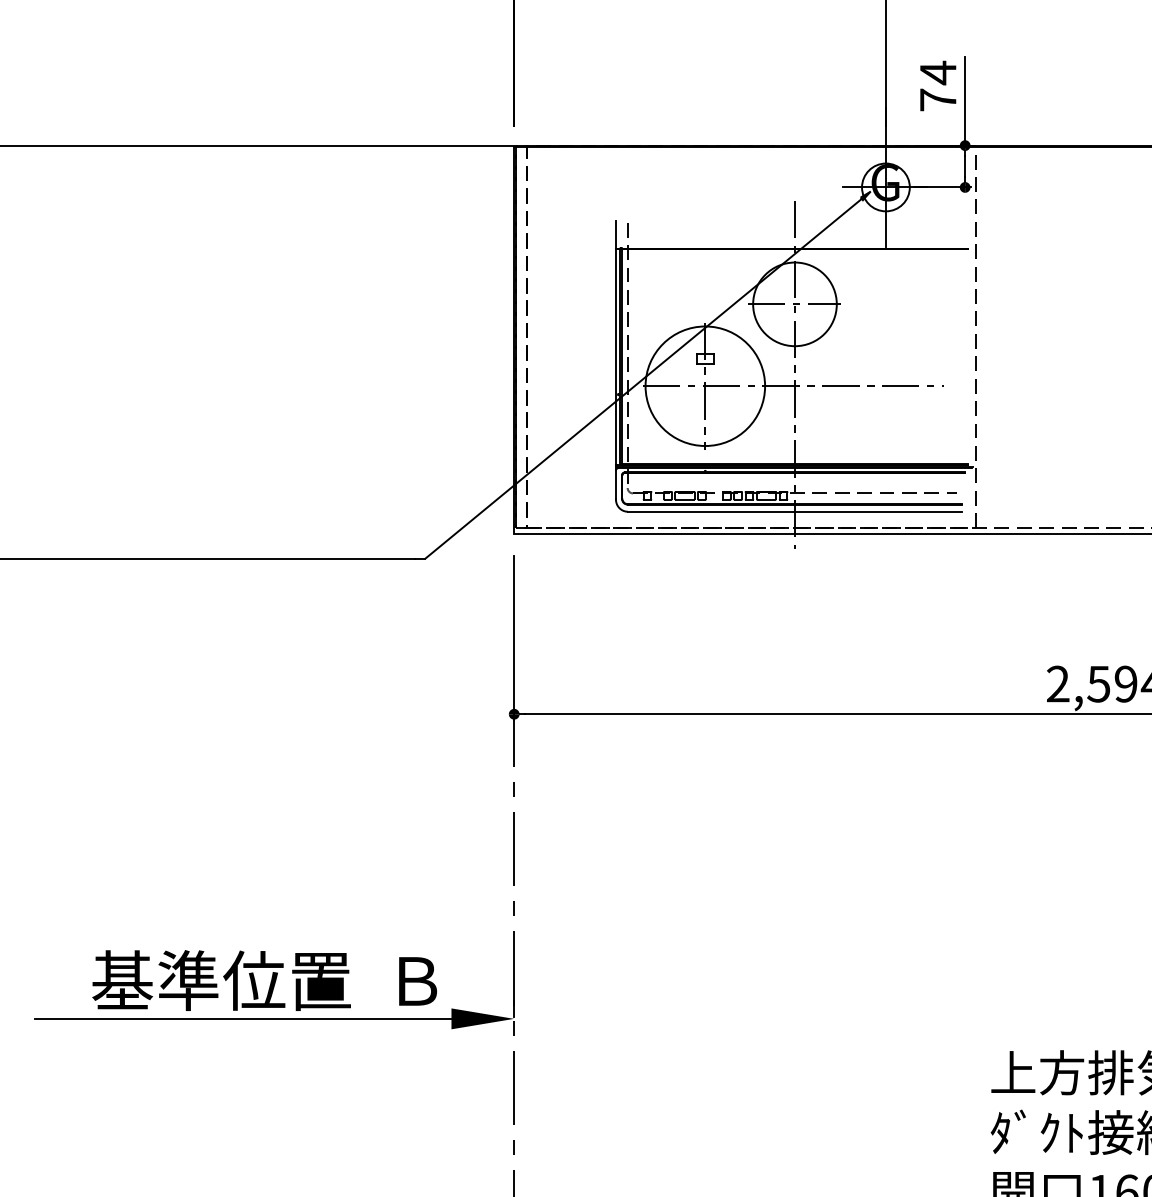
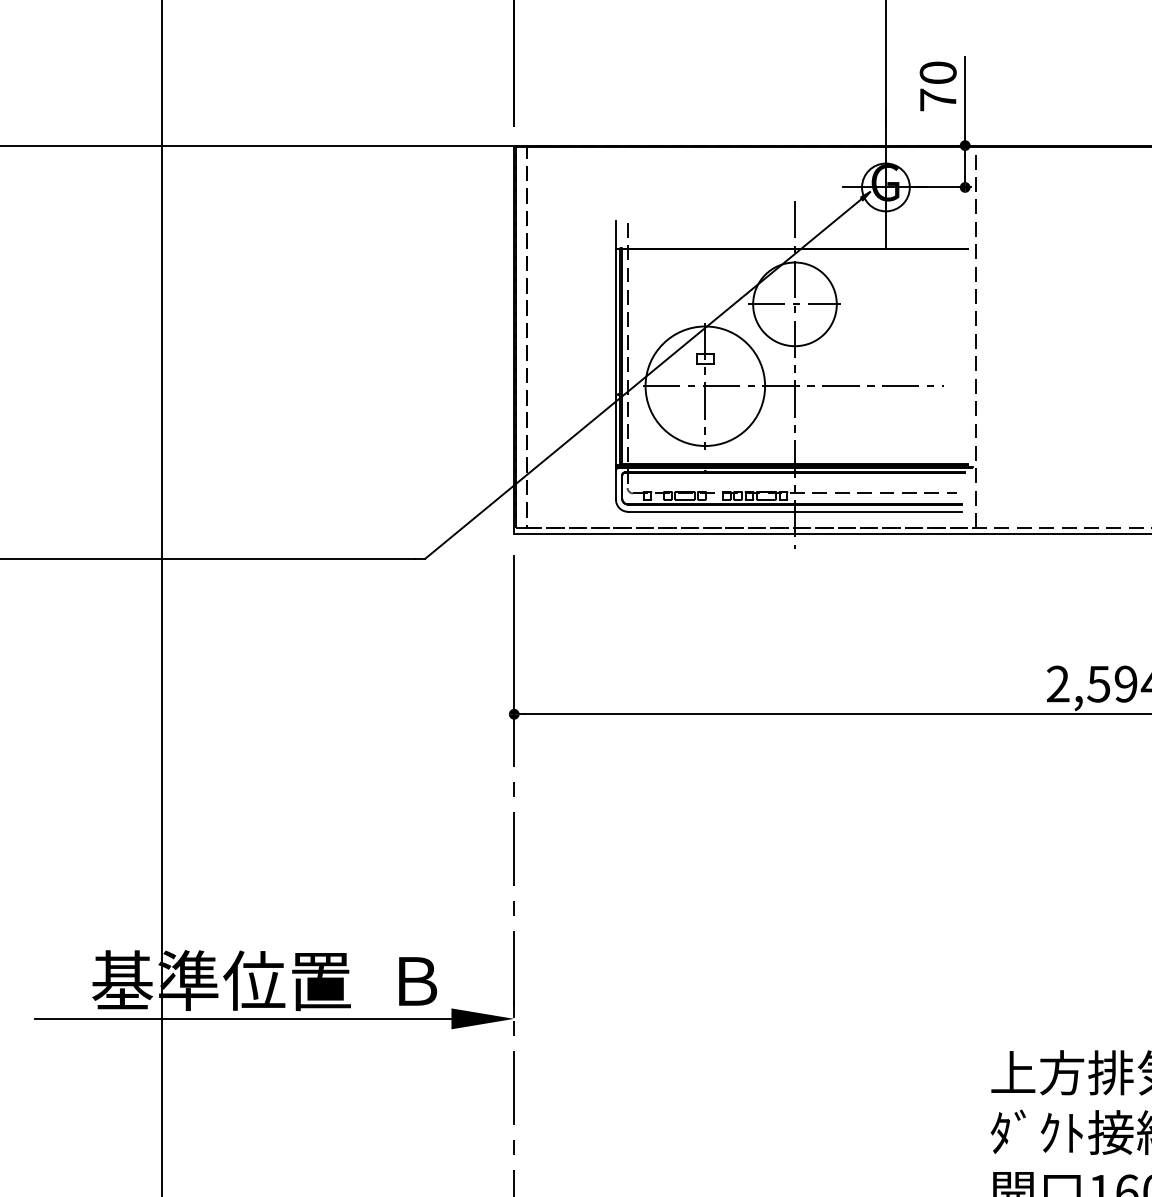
text at (937, 72): 74 -> 70
line at (161, 597): none -> present
